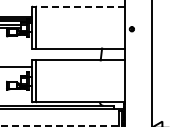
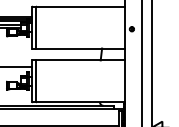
line at (79, 6): dashed -> solid
line at (142, 62): none -> present
line at (59, 126): dashed -> solid
